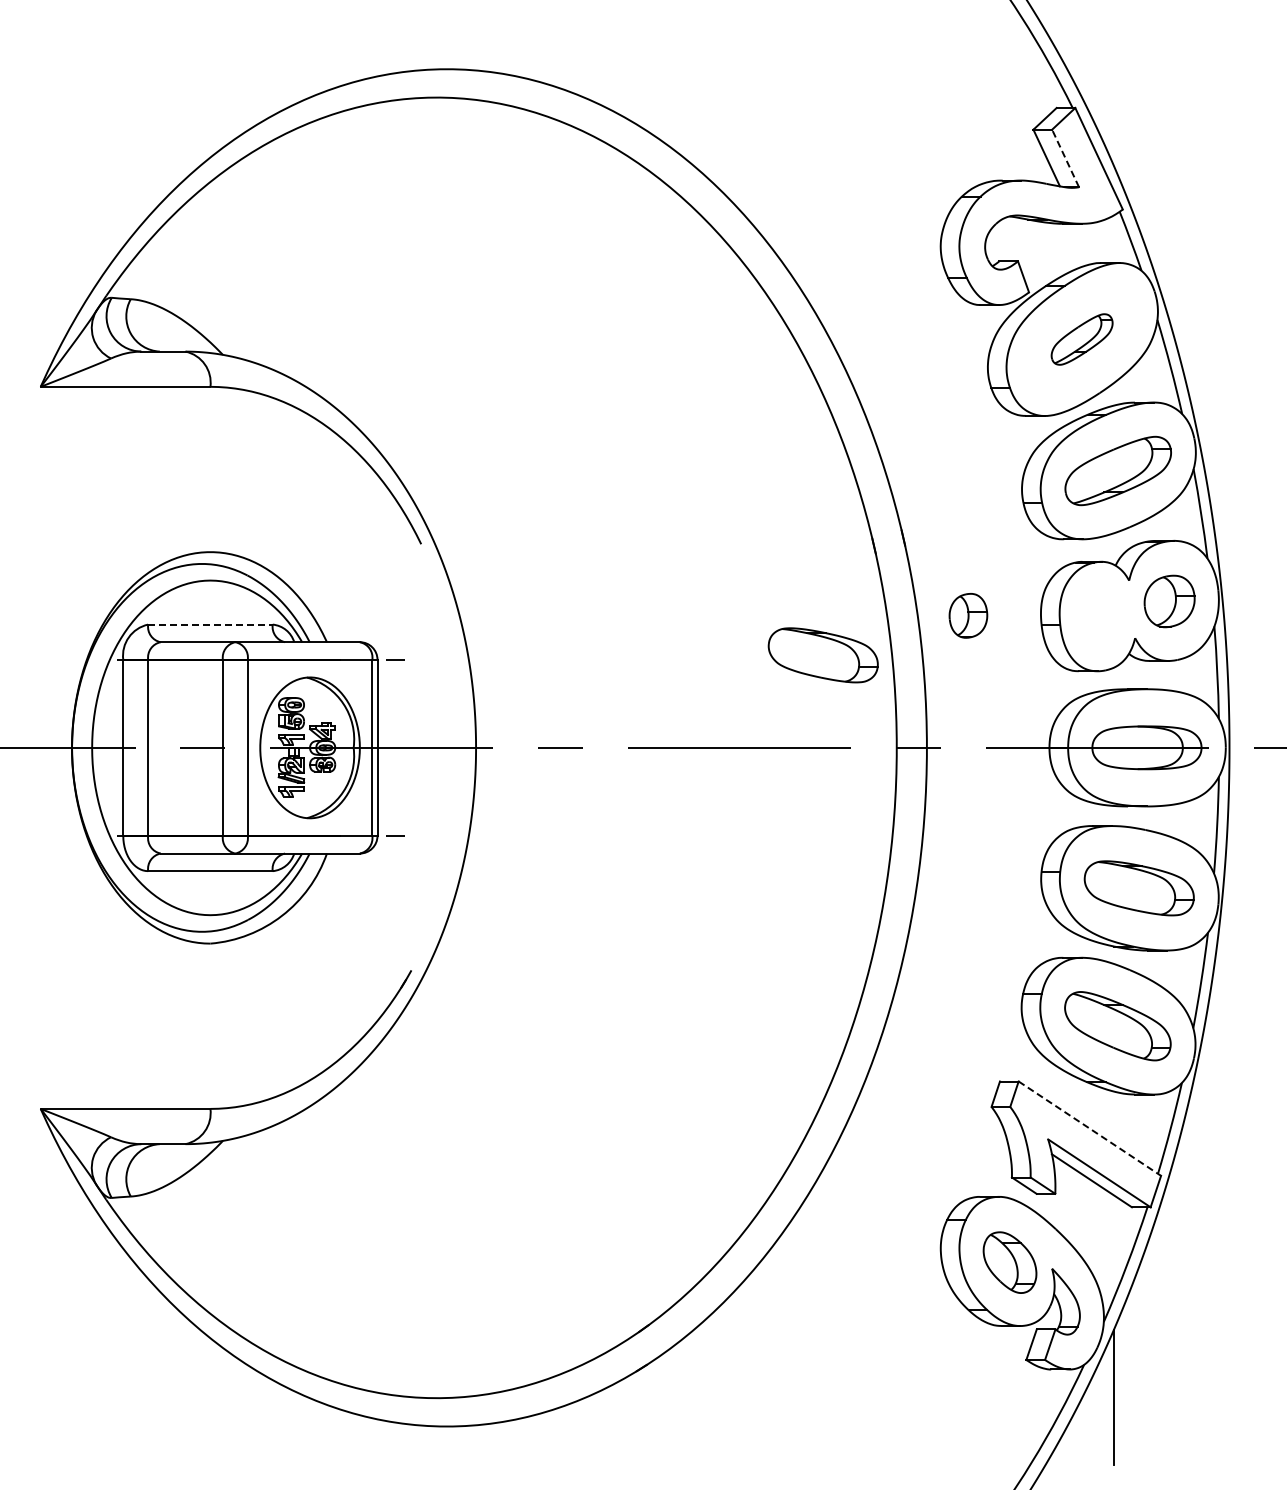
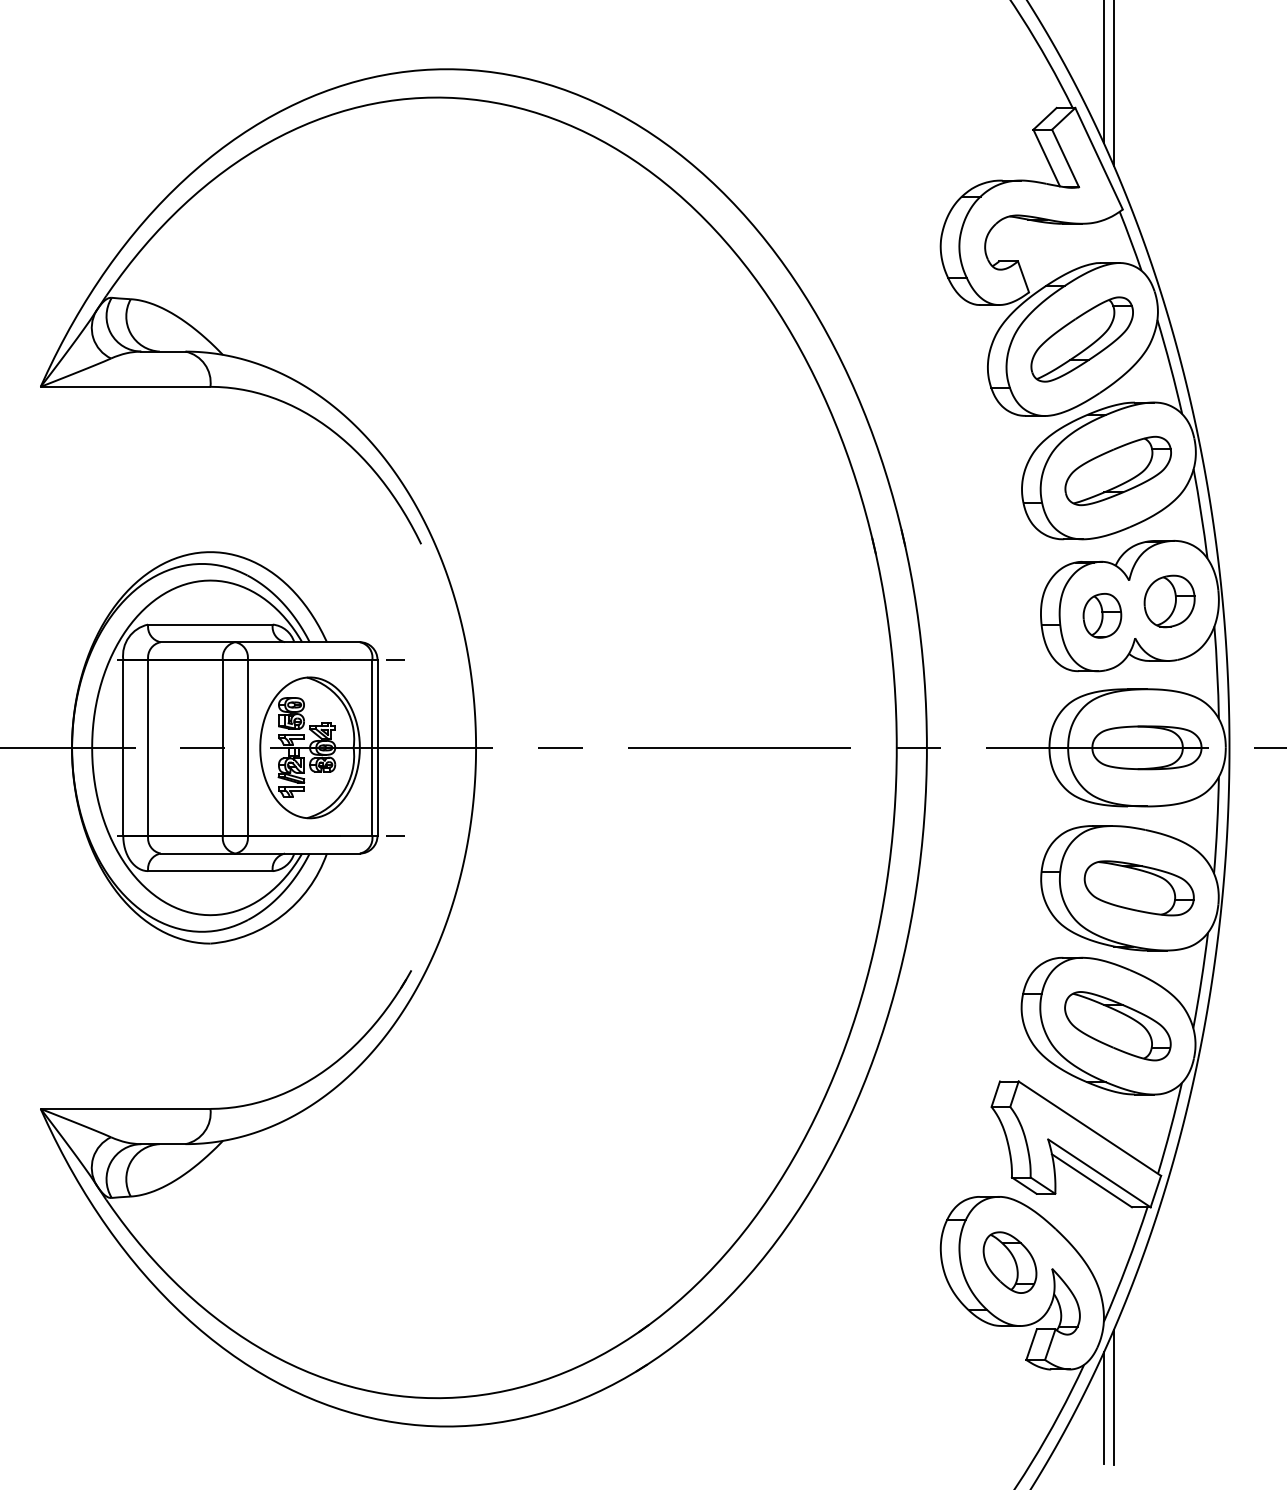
line at (1103, 72): none -> present
line at (1114, 84): none -> present
line at (1065, 158): dashed -> solid
part at (1081, 339) size: 64x53 px -> 104x87 px
part at (968, 615) position: (968, 615) -> (1102, 615)
line at (210, 624): dashed -> solid
part at (822, 655): present -> none
line at (1090, 1128): dashed -> solid
line at (1103, 1408): none -> present
